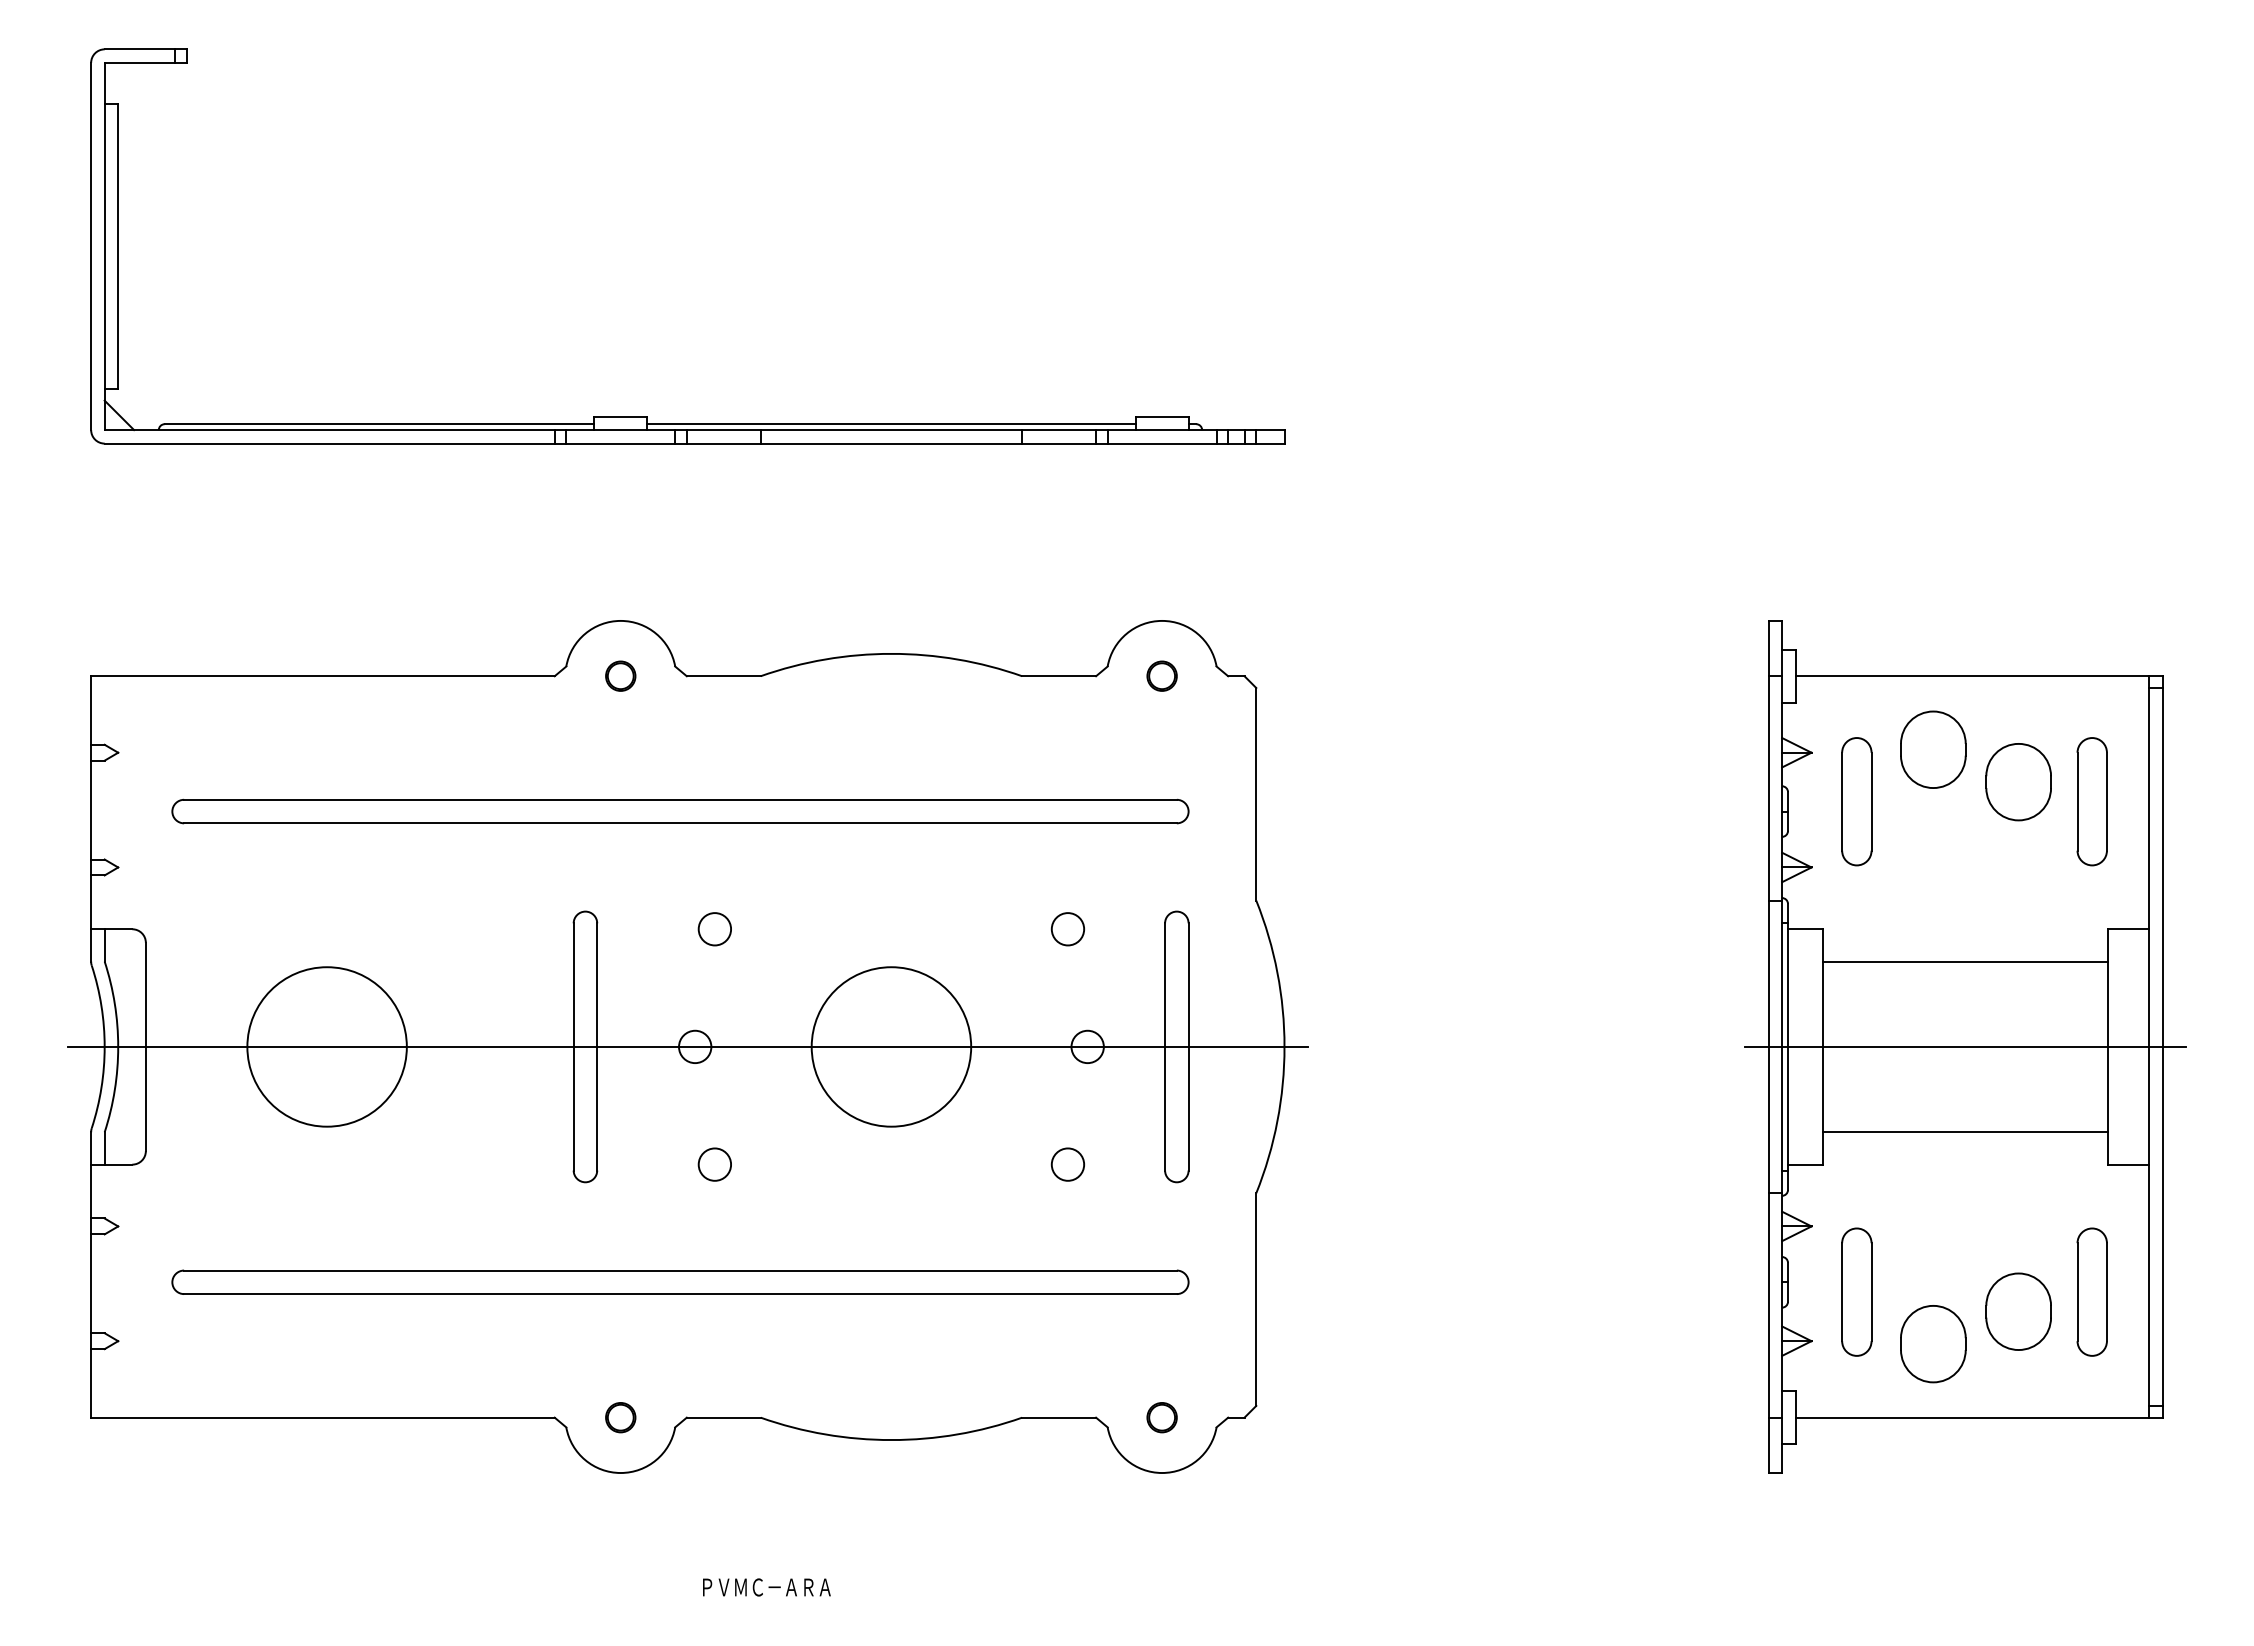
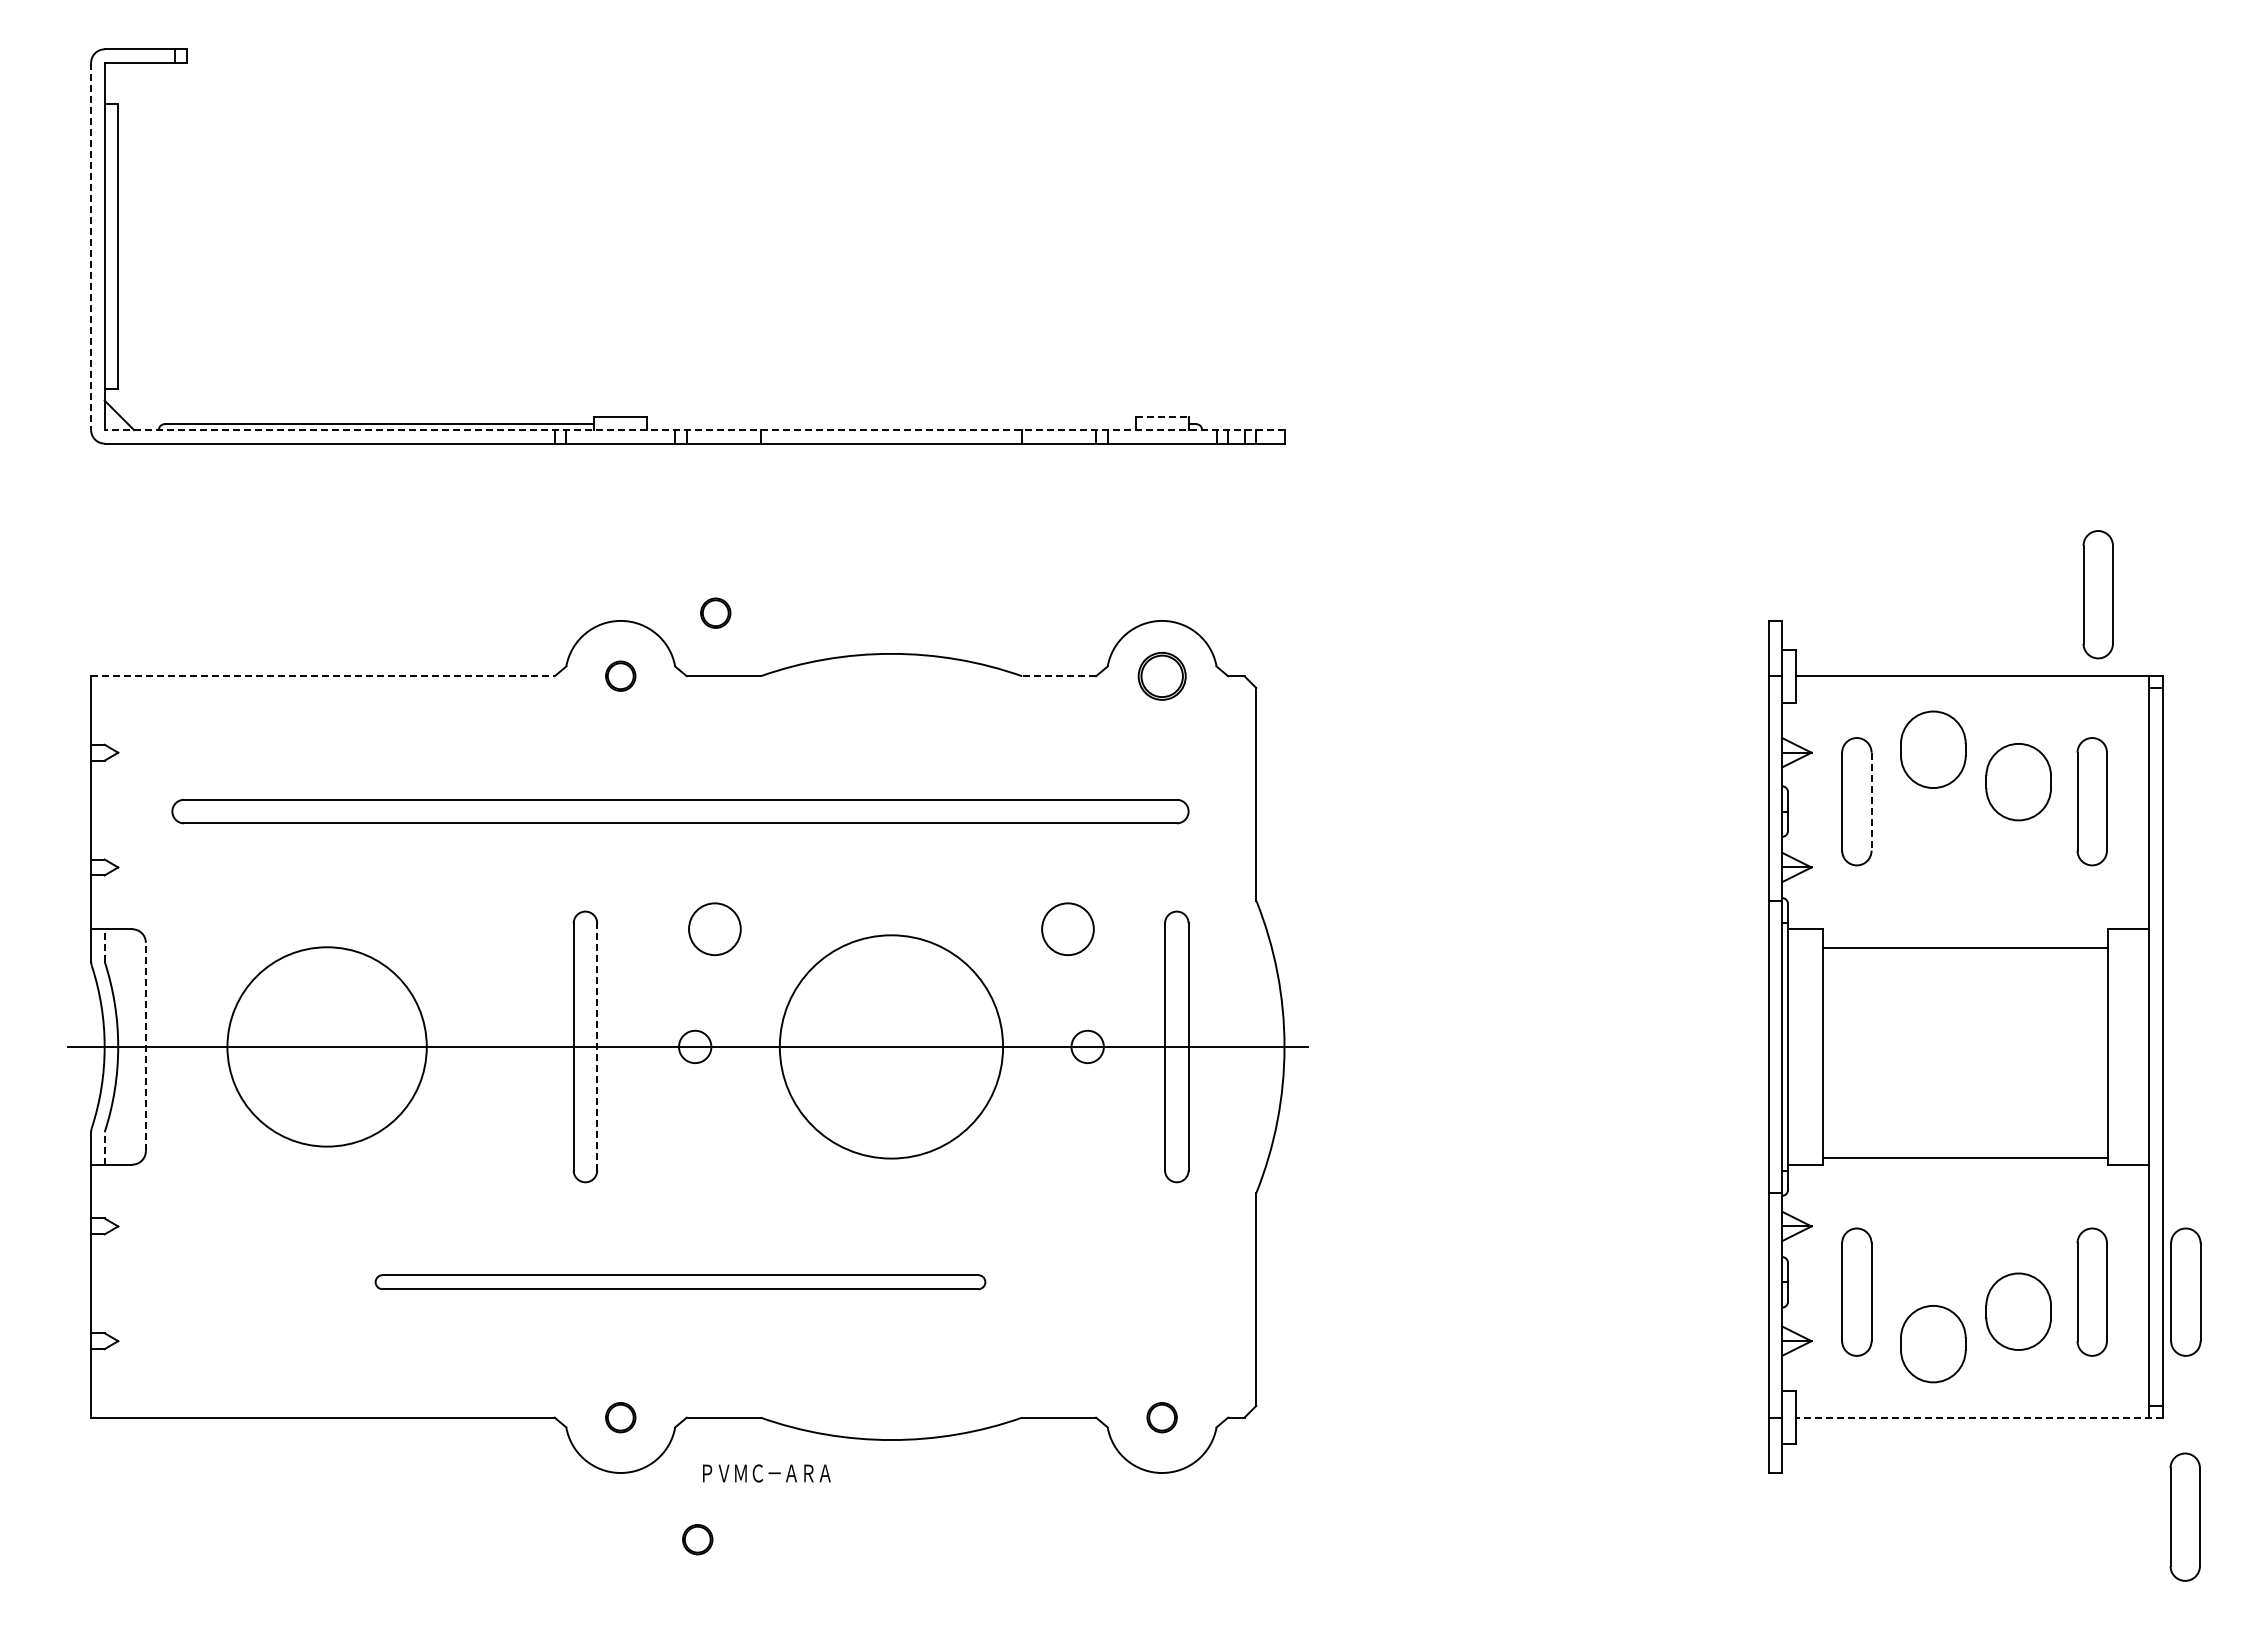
line at (91, 246): solid -> dashed
line at (1162, 416): solid -> dashed
line at (891, 424): present -> none
line at (694, 430): solid -> dashed
part at (2097, 594): none -> present
part at (715, 612): none -> present
part at (1161, 675) size: 32x32 px -> 50x49 px
line at (322, 676): solid -> dashed
line at (1059, 676): solid -> dashed
line at (1871, 801): solid -> dashed
circle at (714, 929) diameter: 32 px -> 52 px
circle at (1067, 929) diameter: 32 px -> 52 px
line at (104, 944): solid -> dashed
line at (1965, 961) position: (1965, 961) -> (1965, 947)
line at (145, 1046): solid -> dashed
circle at (326, 1046) diameter: 159 px -> 199 px
line at (597, 1046): solid -> dashed
circle at (891, 1046) diameter: 159 px -> 223 px
line at (1965, 1046): present -> none
line at (1965, 1132) position: (1965, 1132) -> (1965, 1158)
line at (104, 1148): solid -> dashed
circle at (714, 1164): present -> none
circle at (1067, 1164): present -> none
part at (680, 1281) size: 1019x26 px -> 613x17 px
part at (2185, 1291): none -> present
line at (1979, 1417): solid -> dashed
part at (2184, 1516): none -> present
part at (697, 1539): none -> present
text at (766, 1587) position: (766, 1587) -> (766, 1473)
